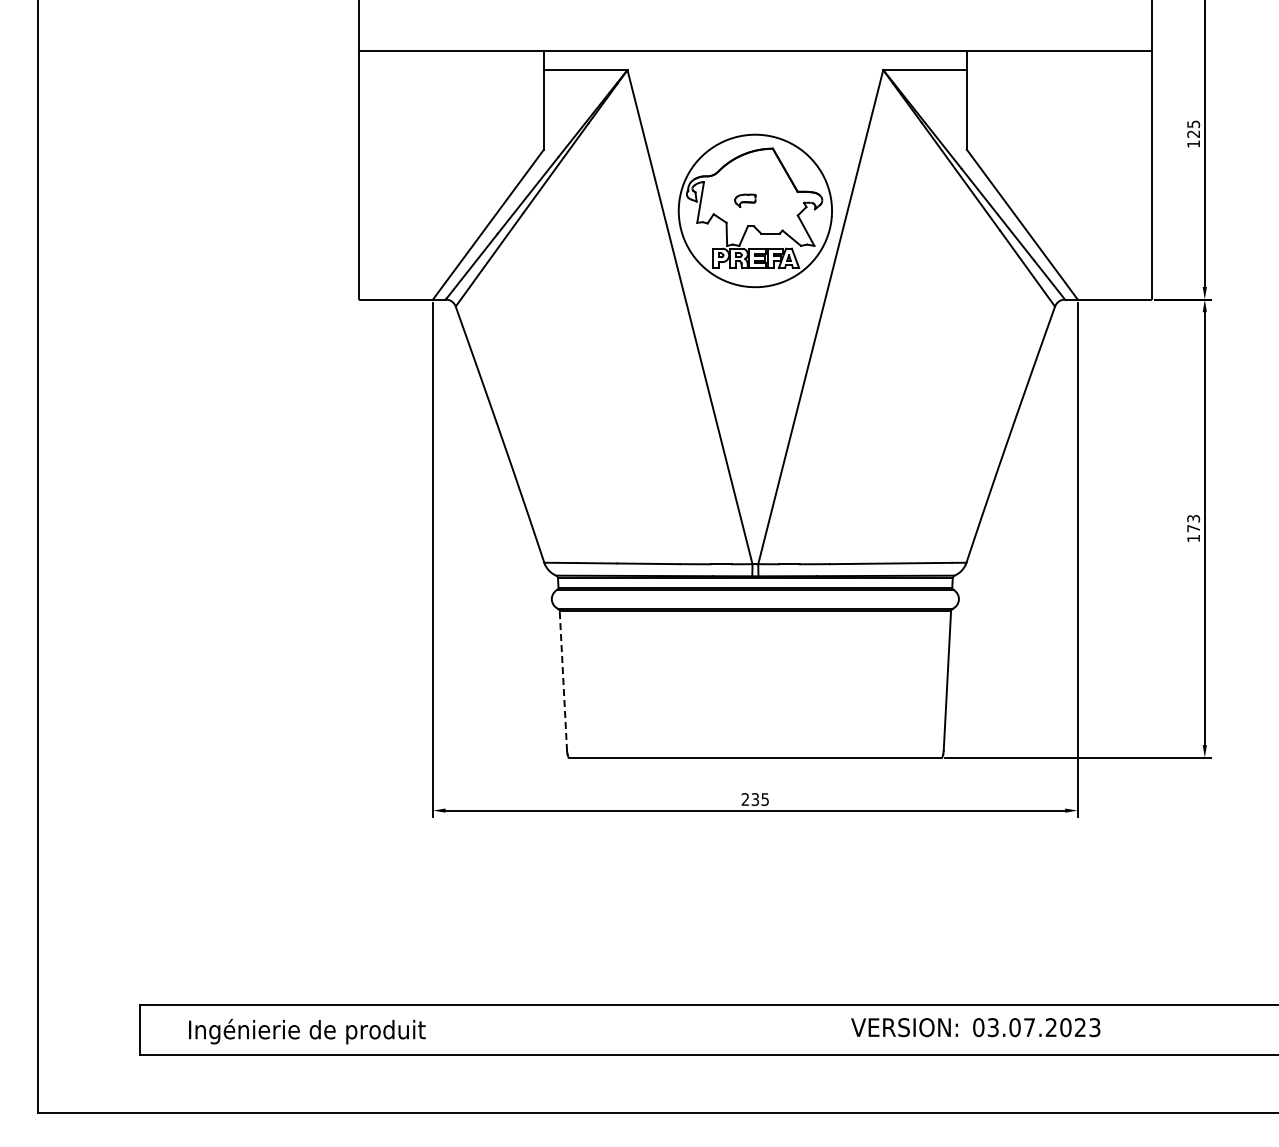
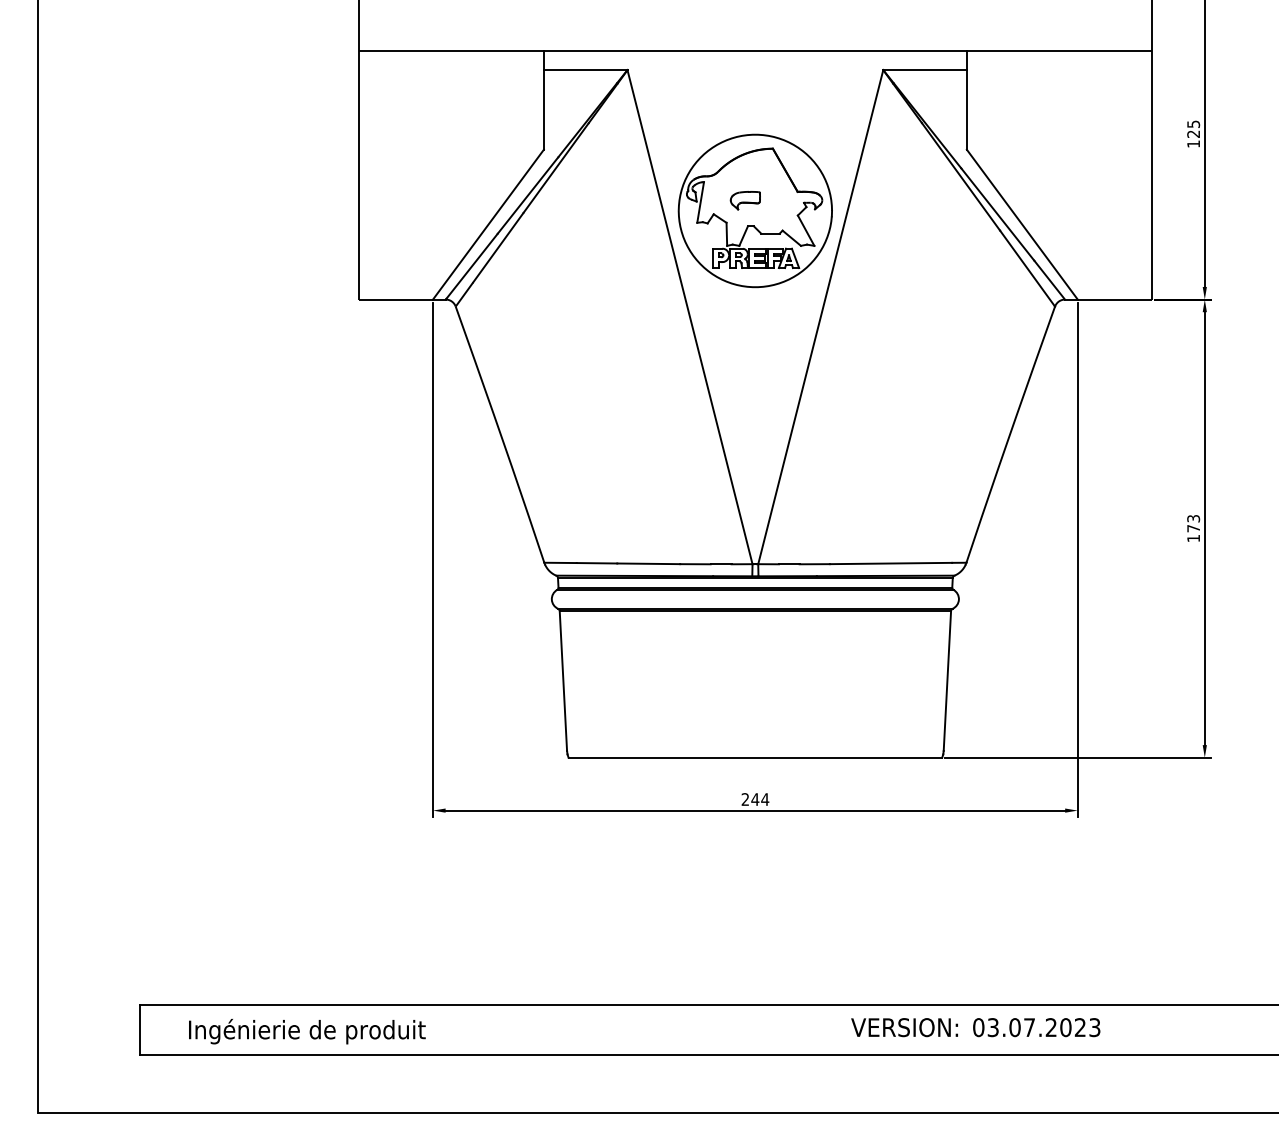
part at (745, 200) size: 23x15 px -> 32x20 px
line at (563, 680): dashed -> solid
text at (760, 799): 235 -> 244
